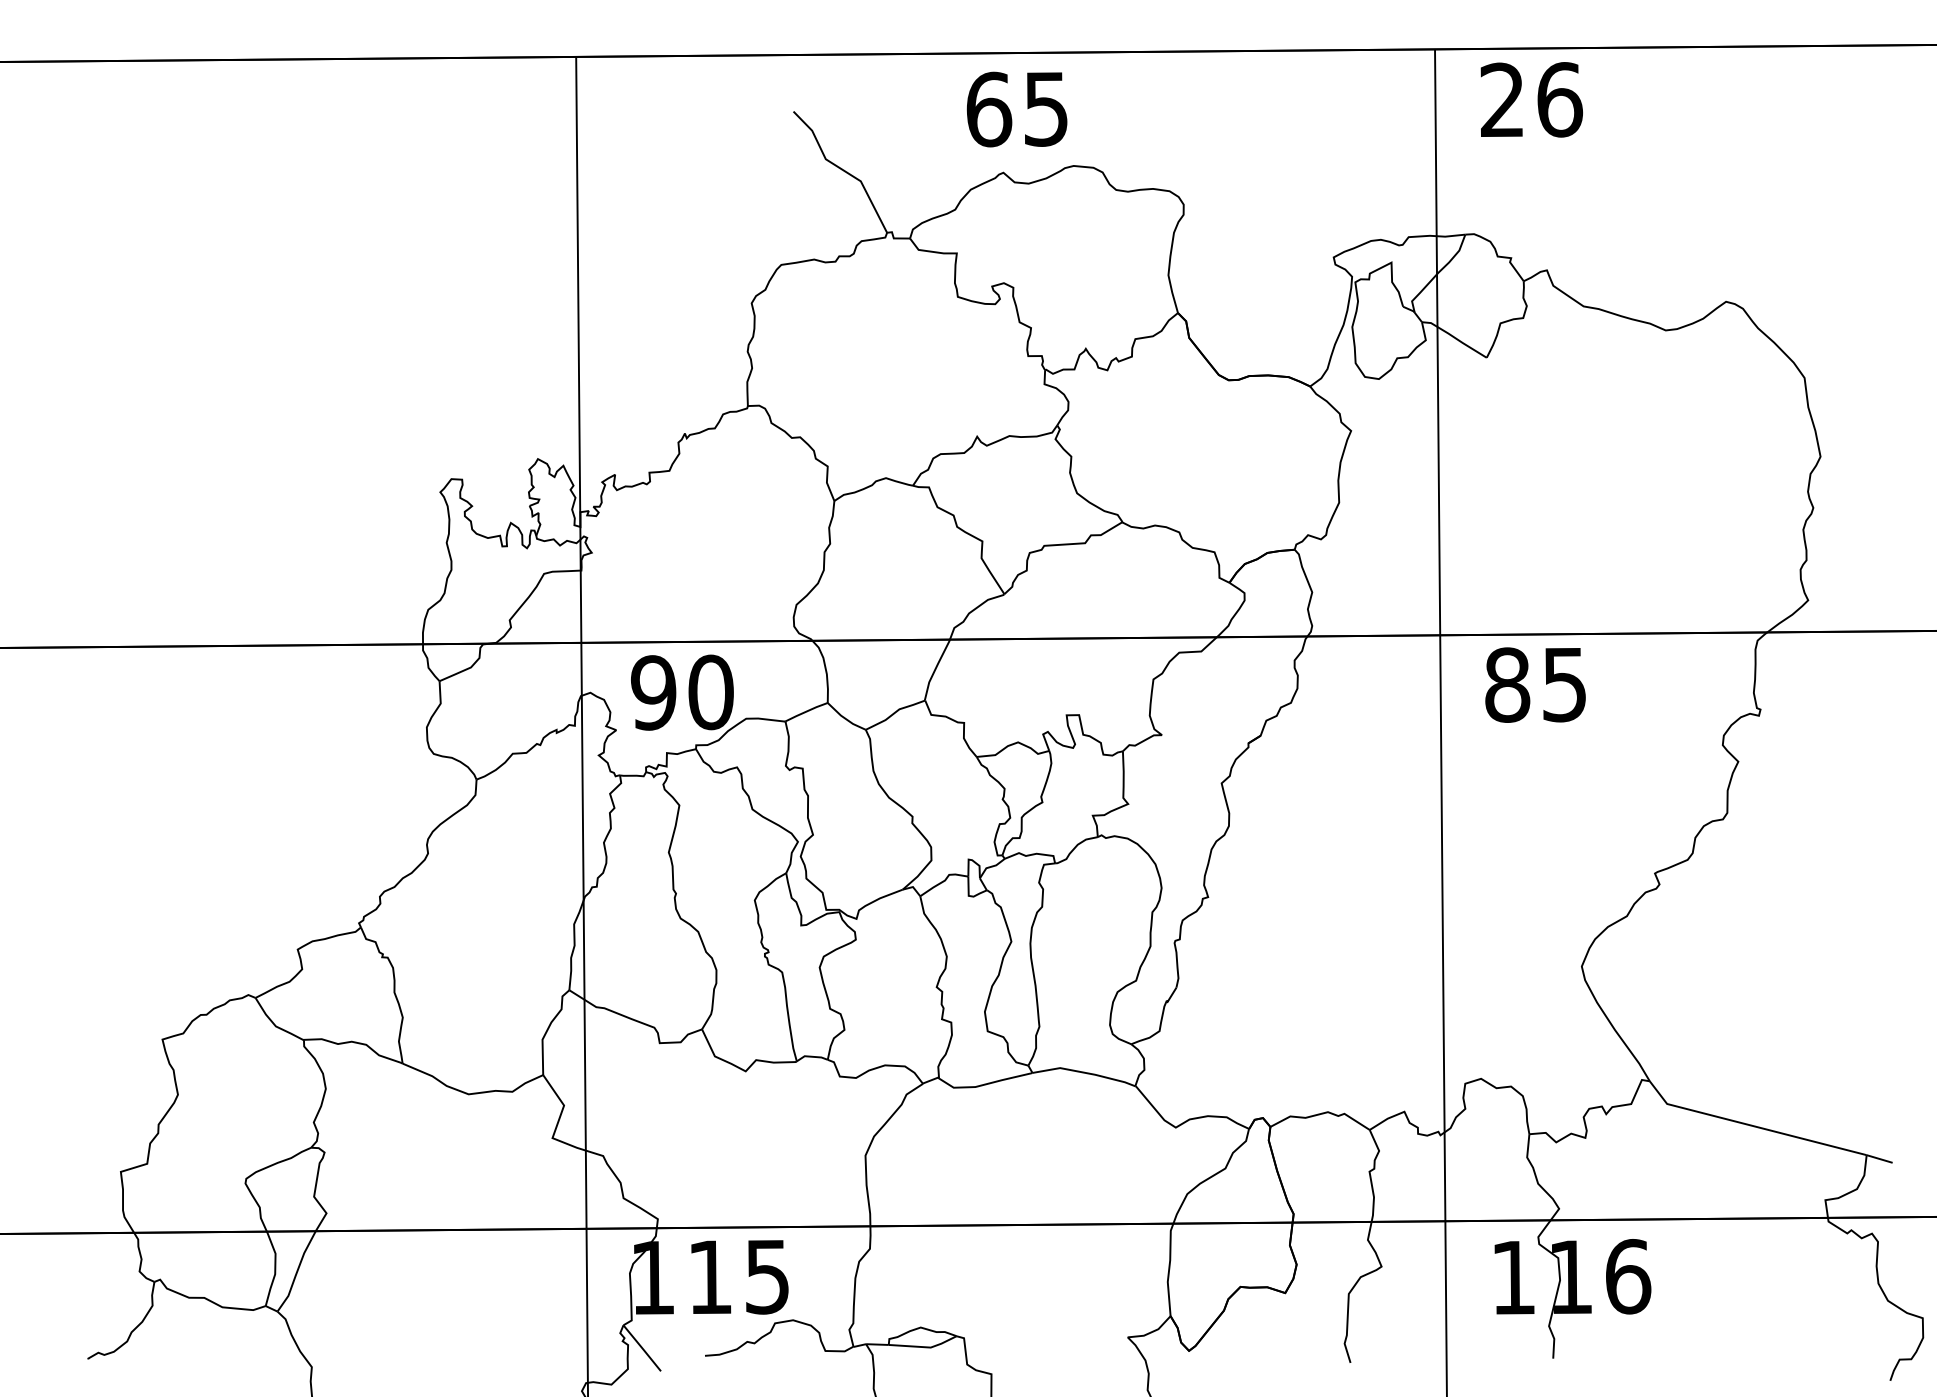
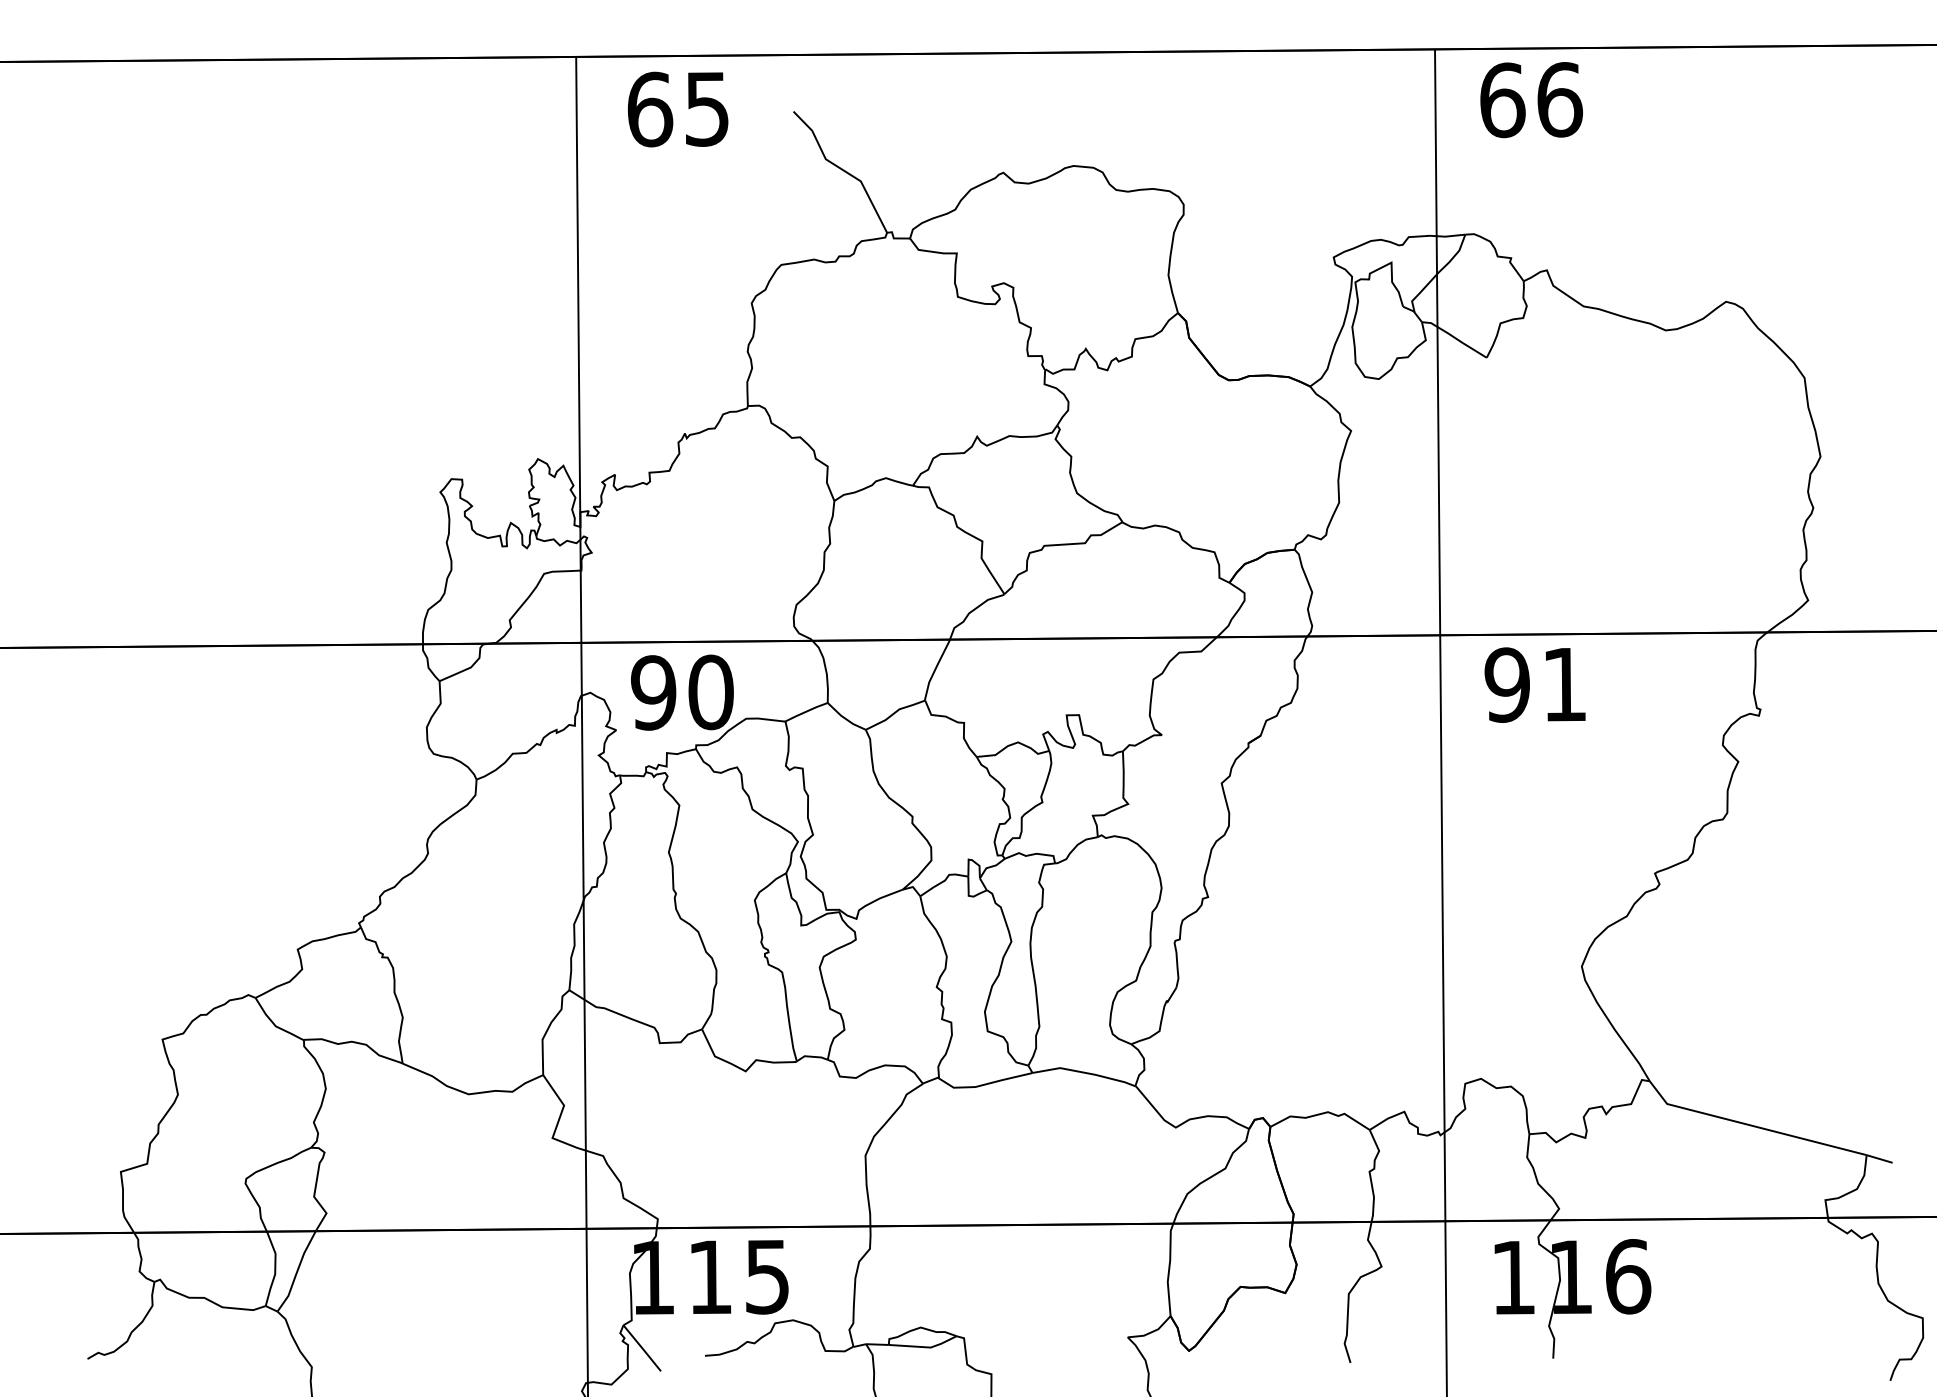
text at (1502, 100): 26 -> 66
text at (1016, 109) position: (1016, 109) -> (677, 109)
text at (1534, 684): 85 -> 91
